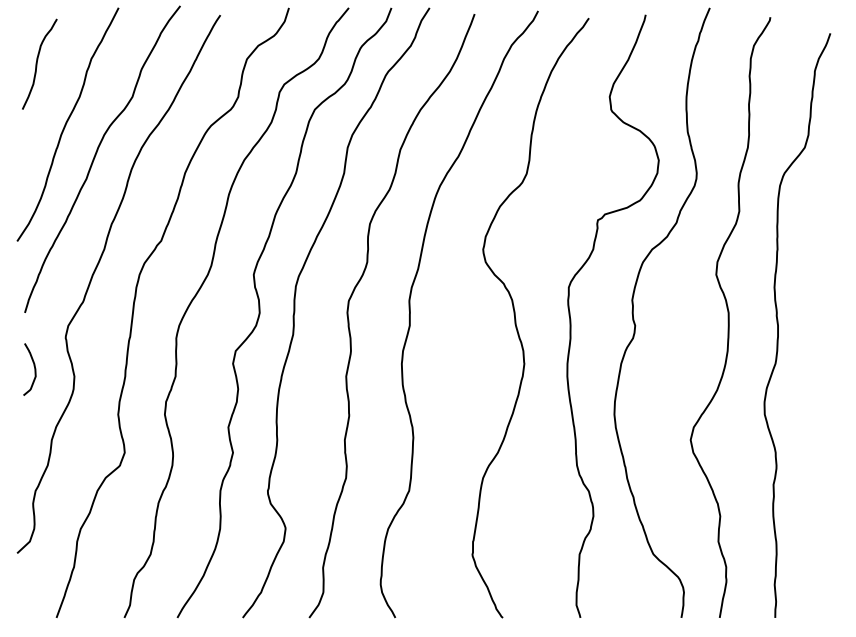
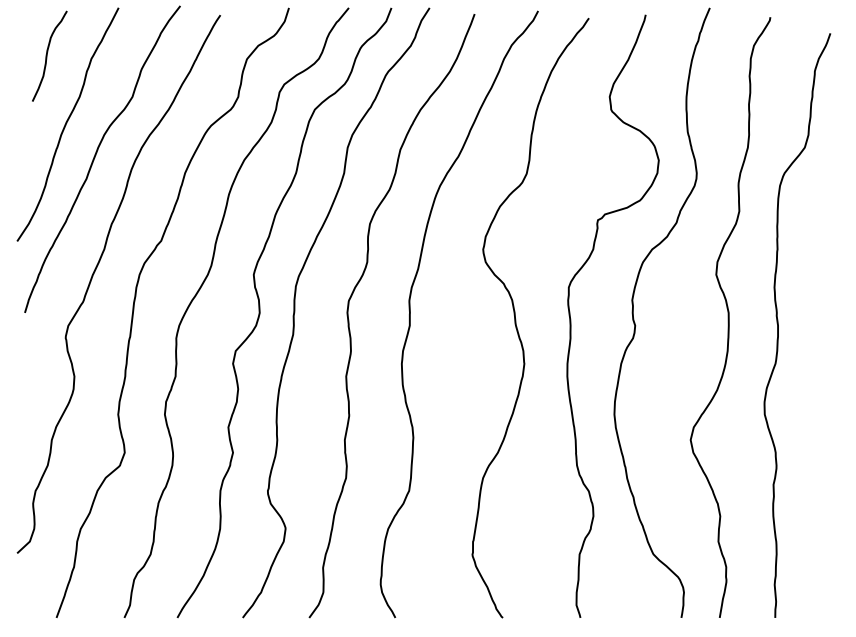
curve at (37, 63) position: (37, 63) -> (47, 55)
curve at (33, 366): present -> none
